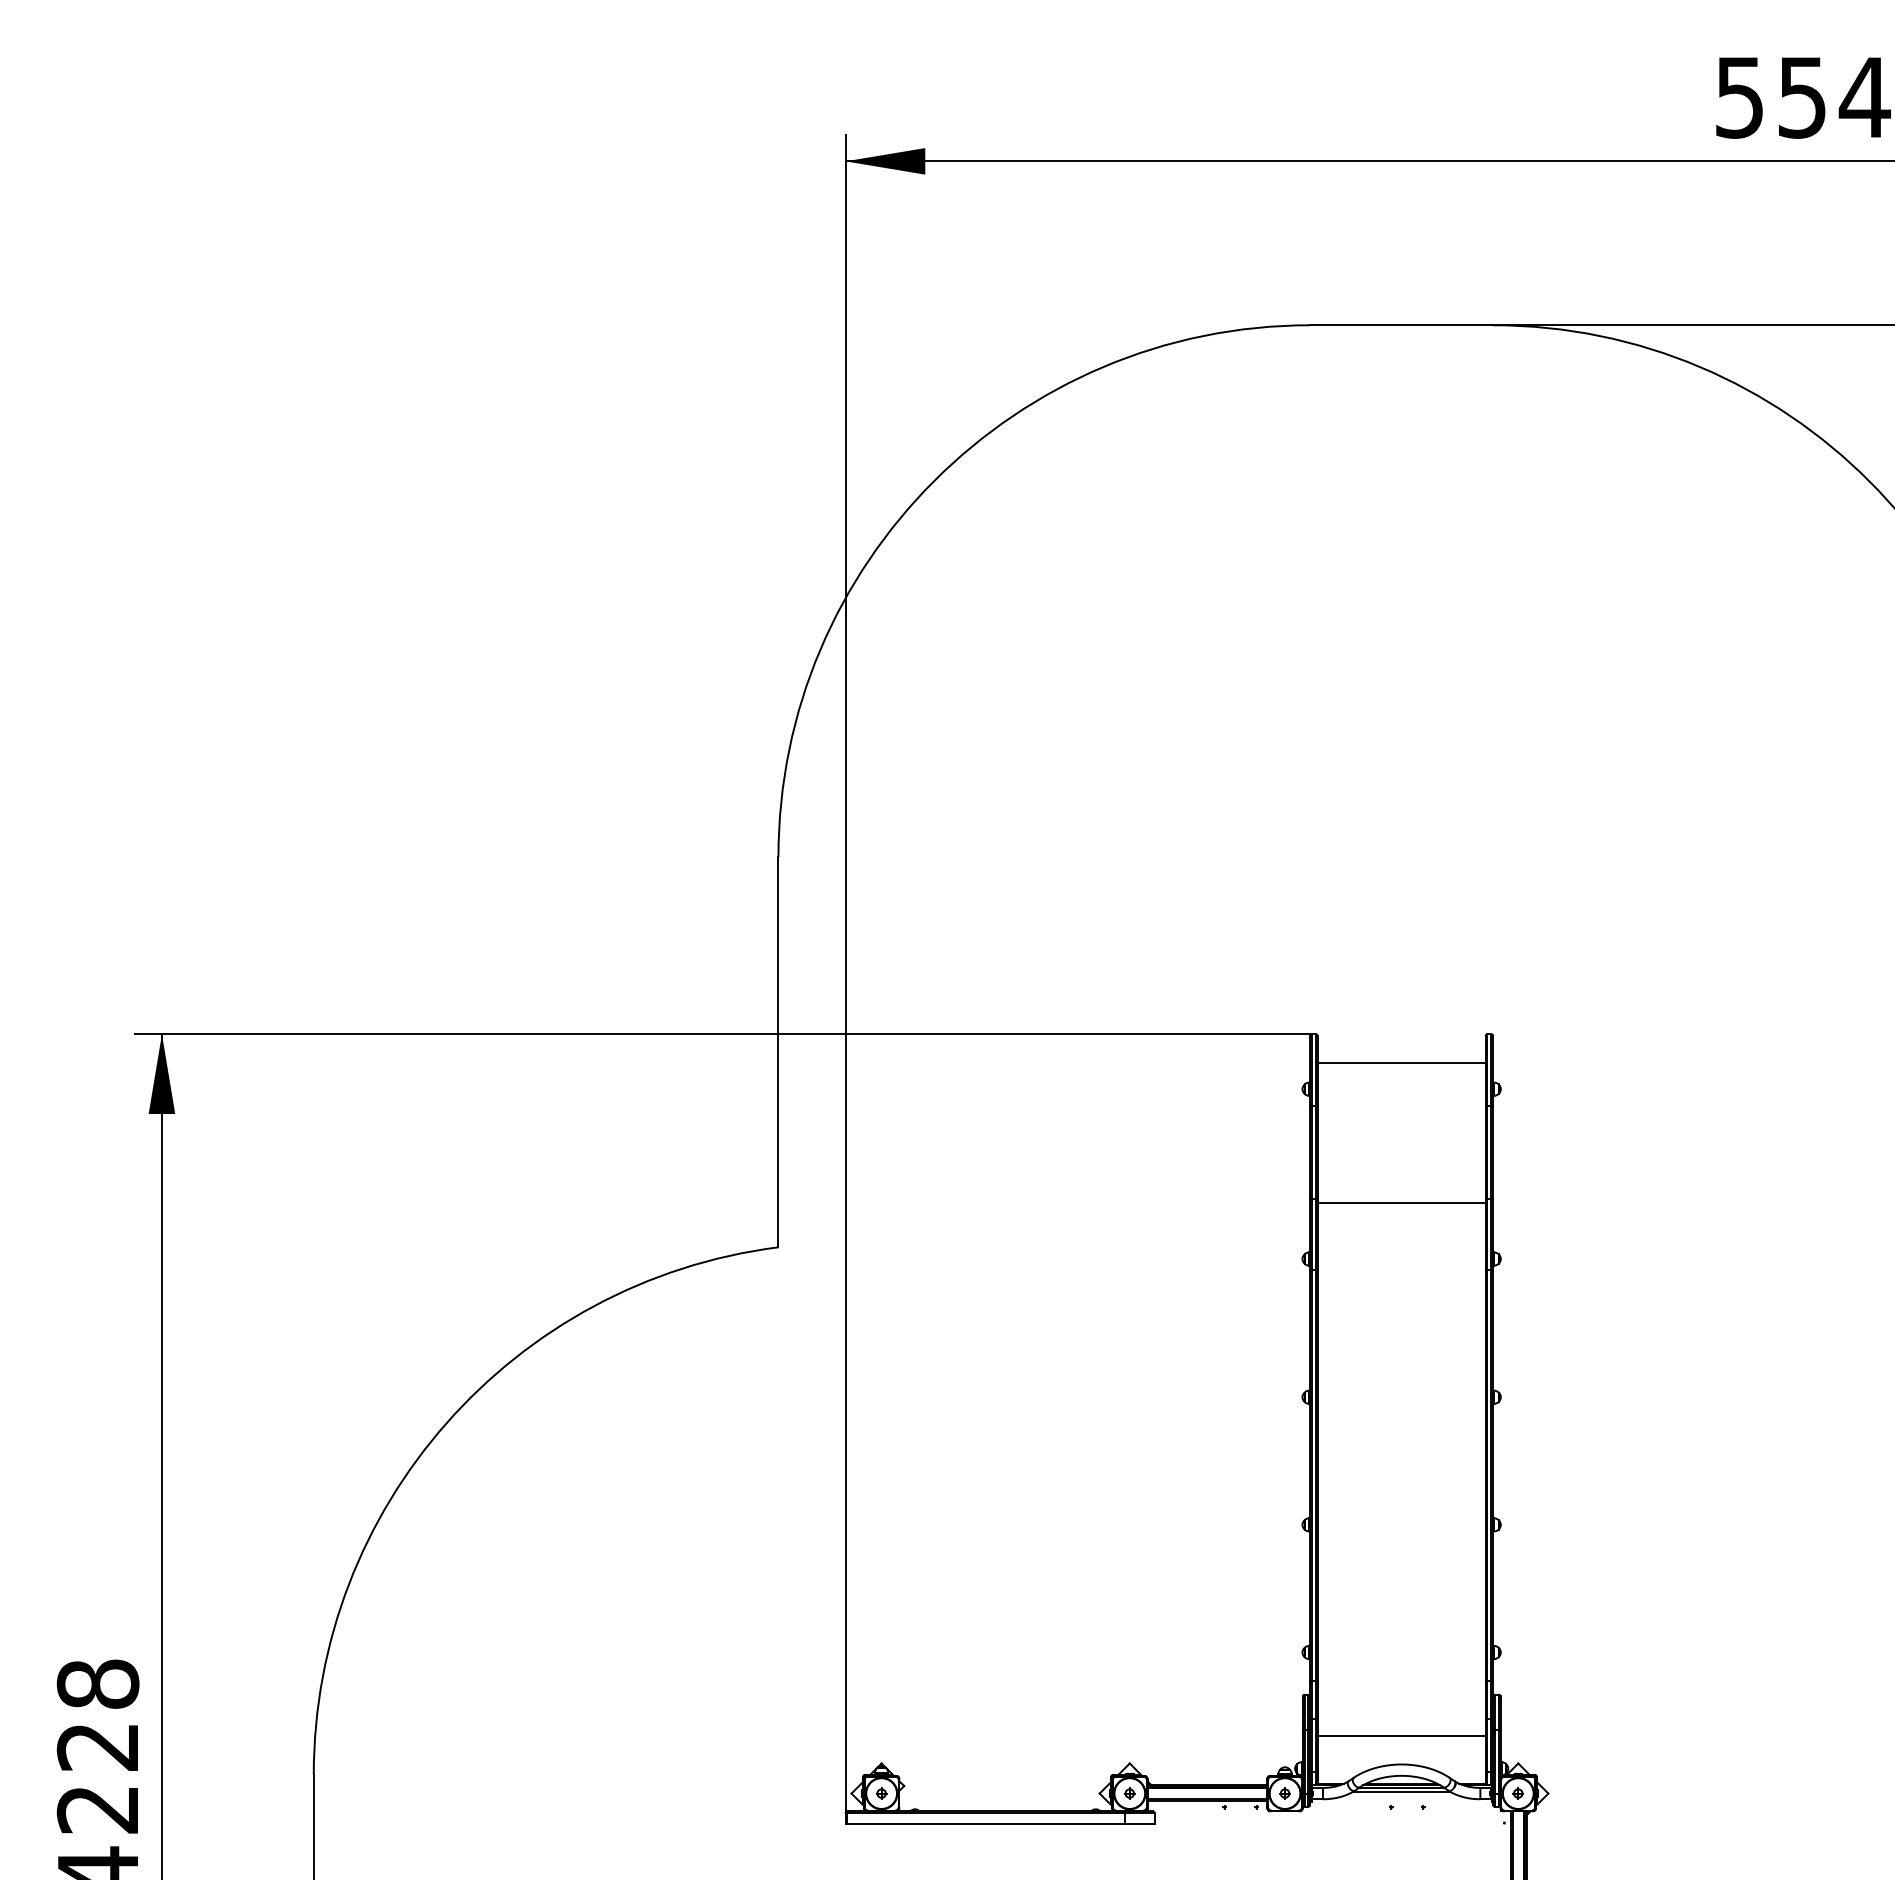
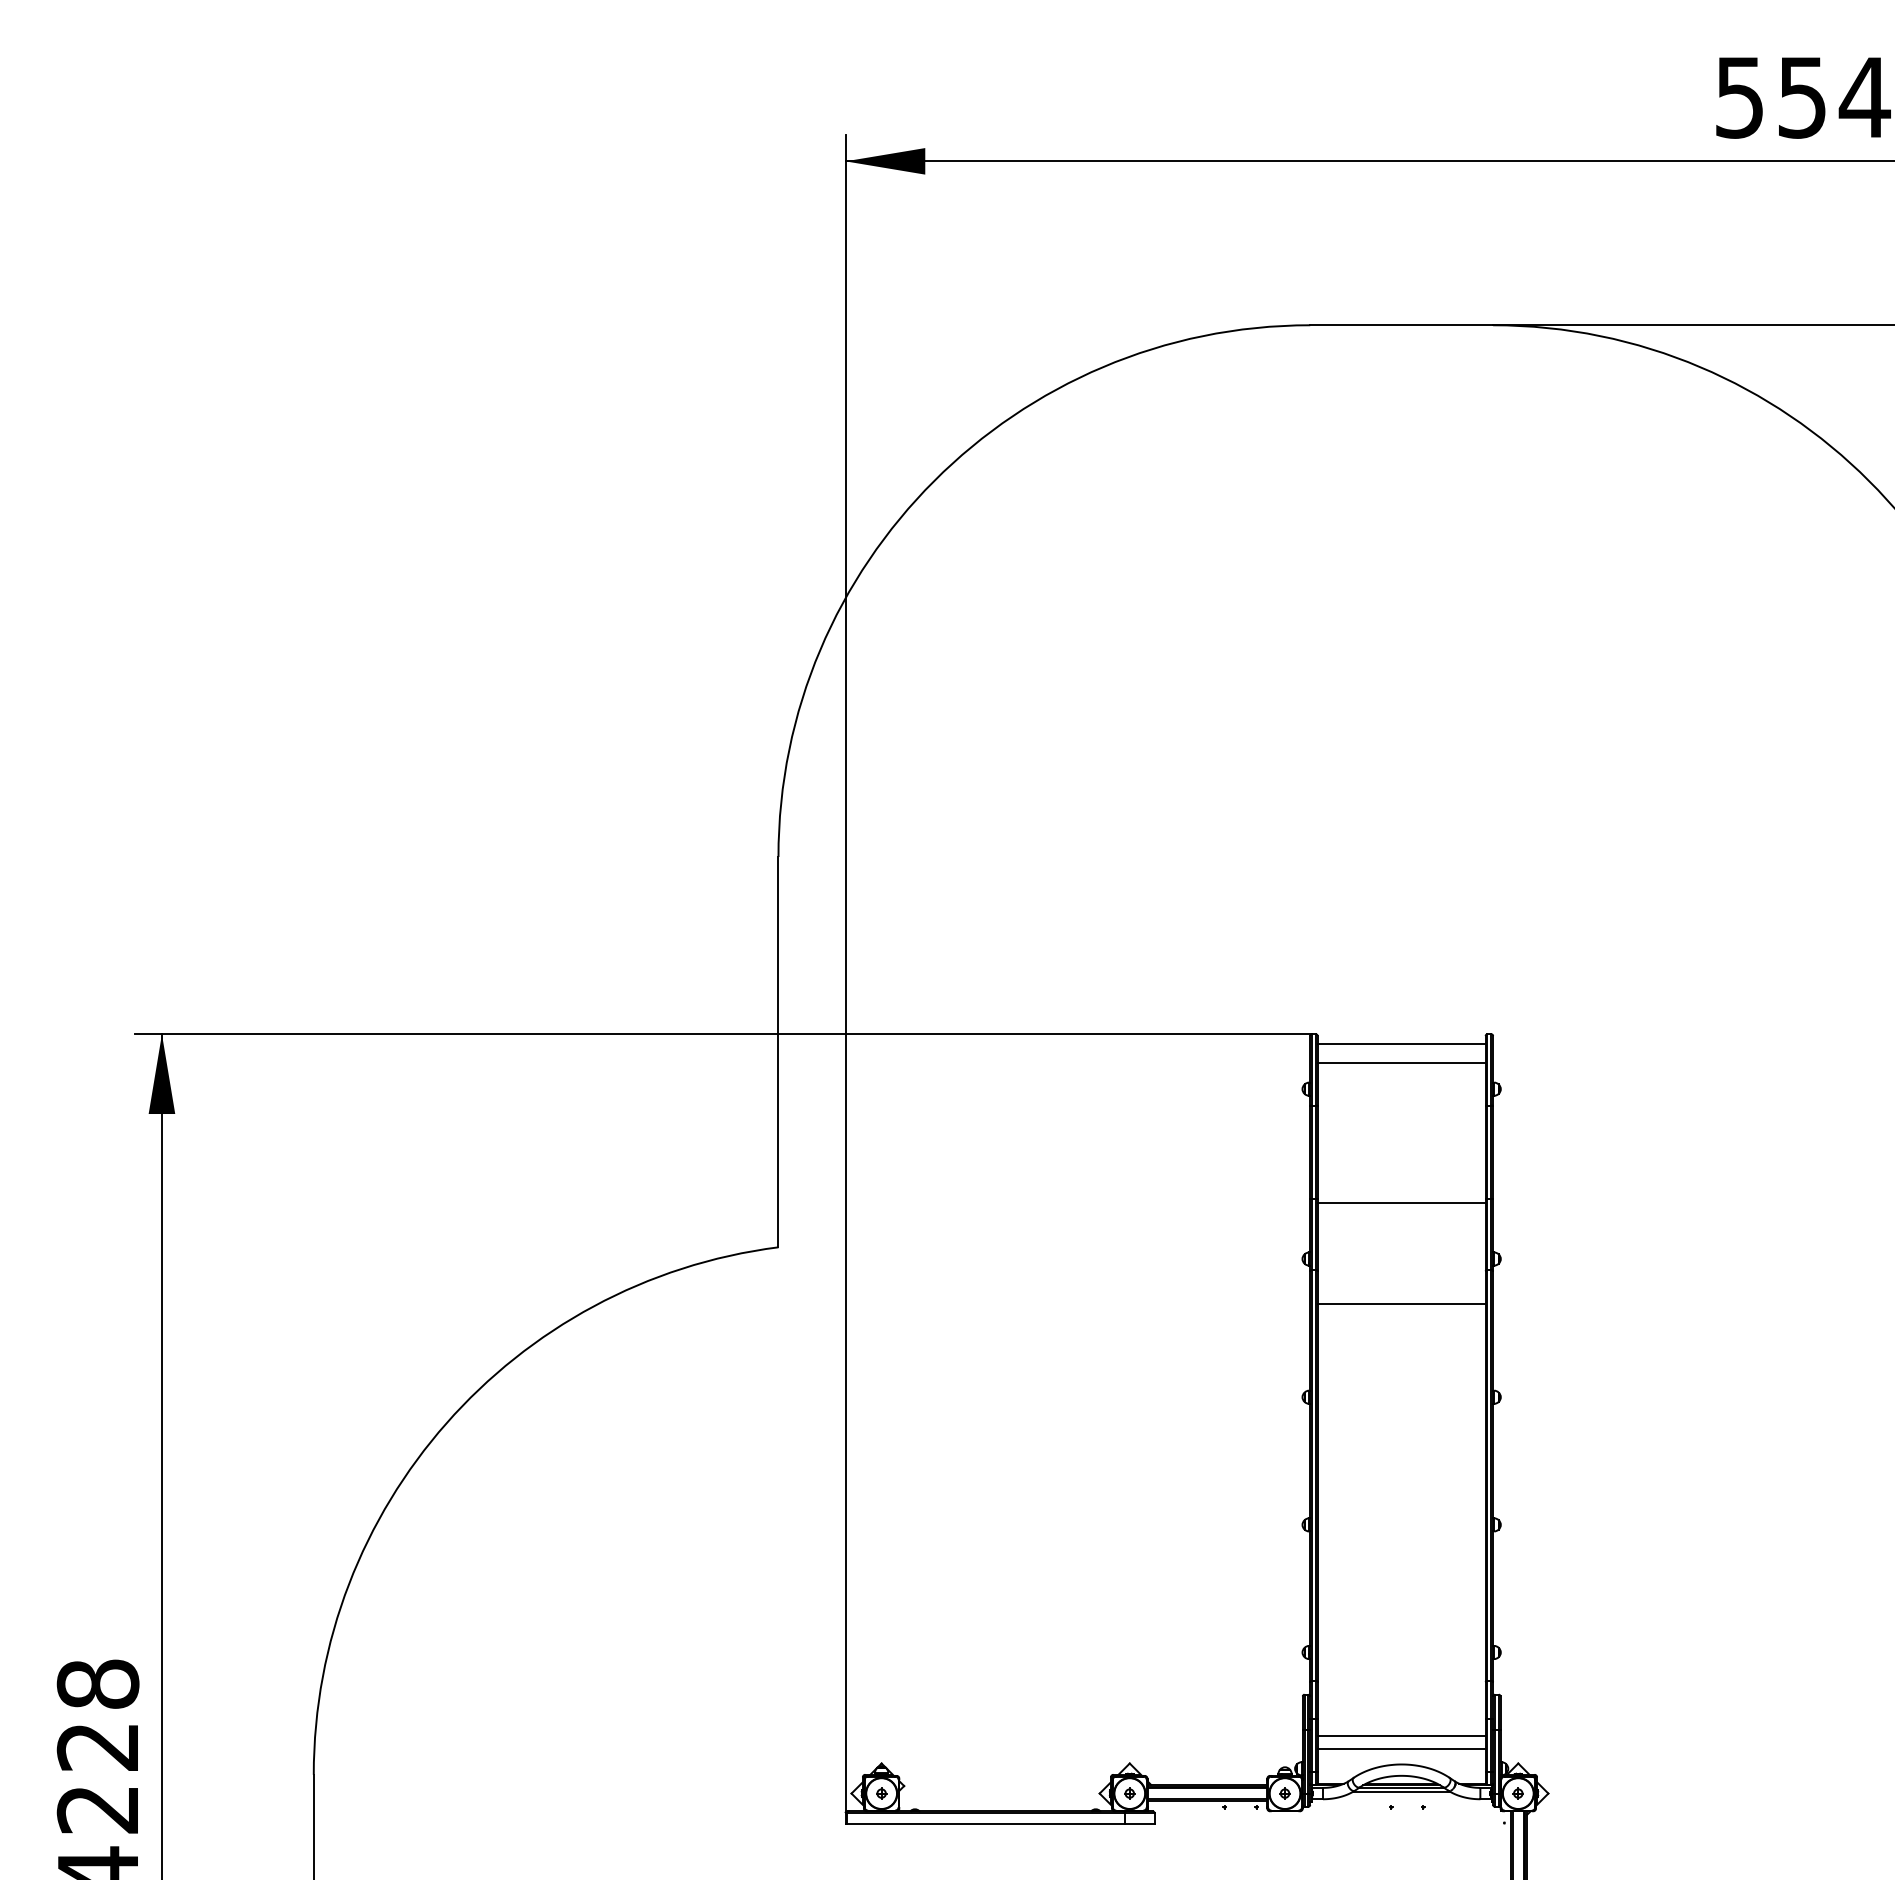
line at (1401, 1044): none -> present
line at (1401, 1303): none -> present
line at (1401, 1749): none -> present
